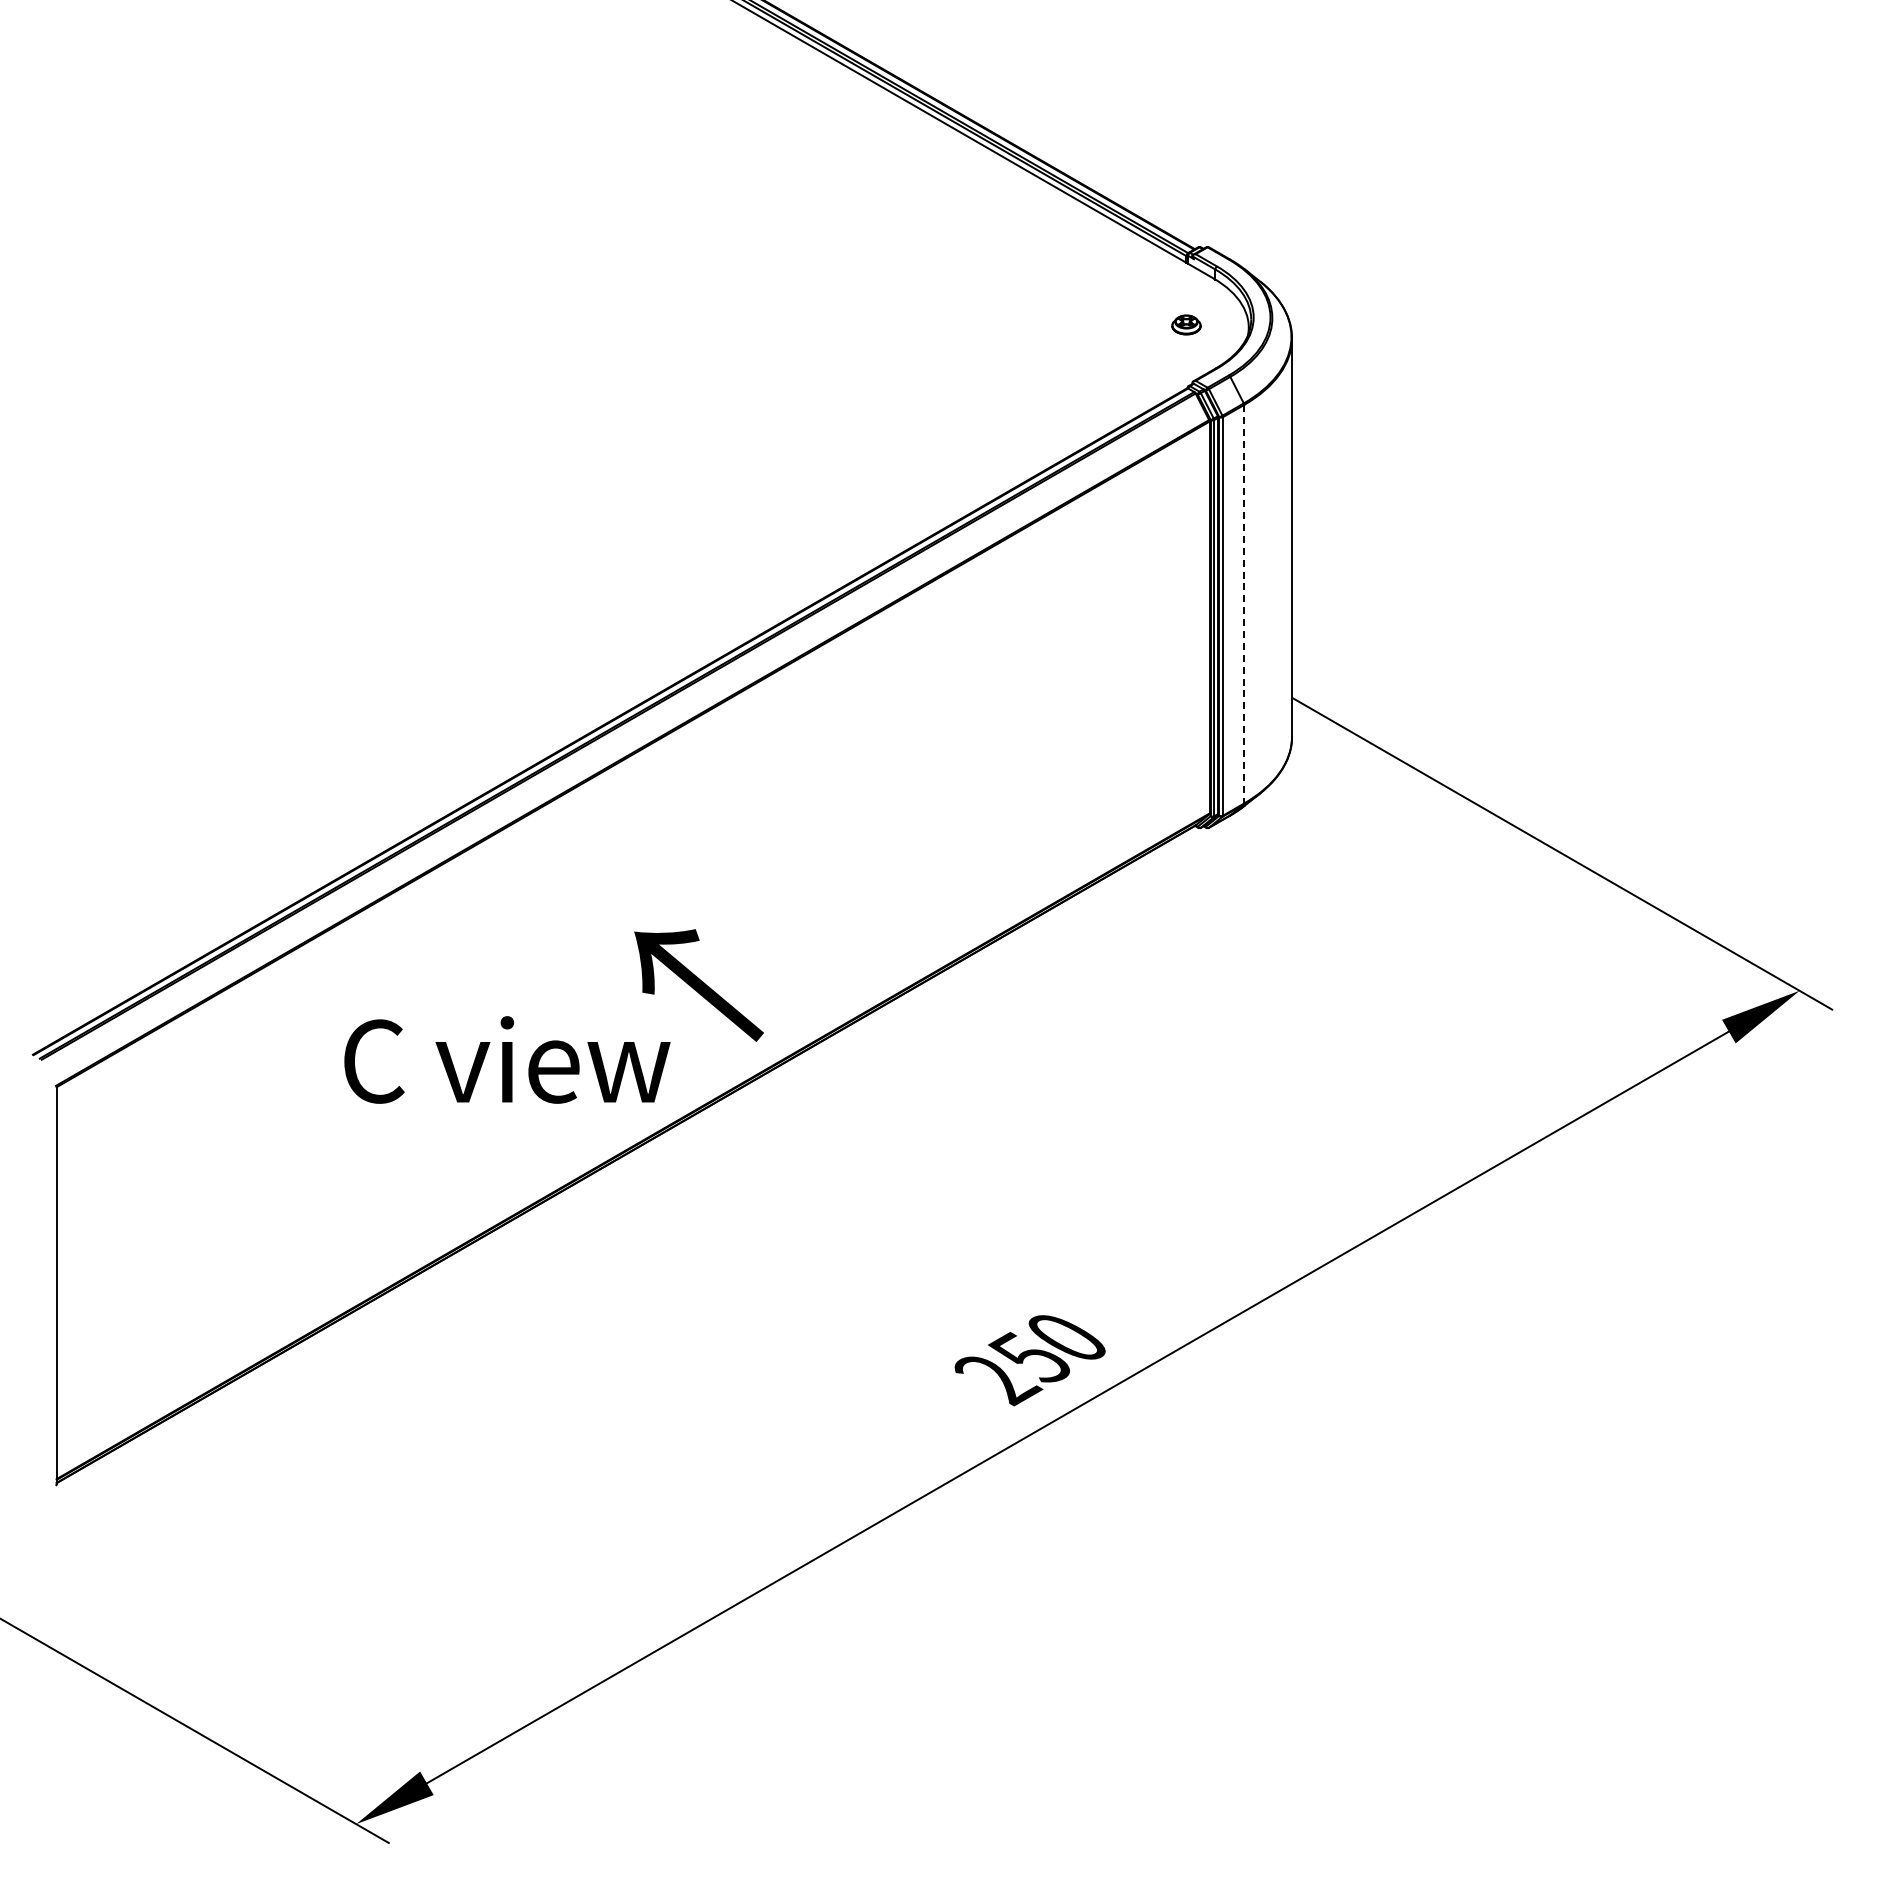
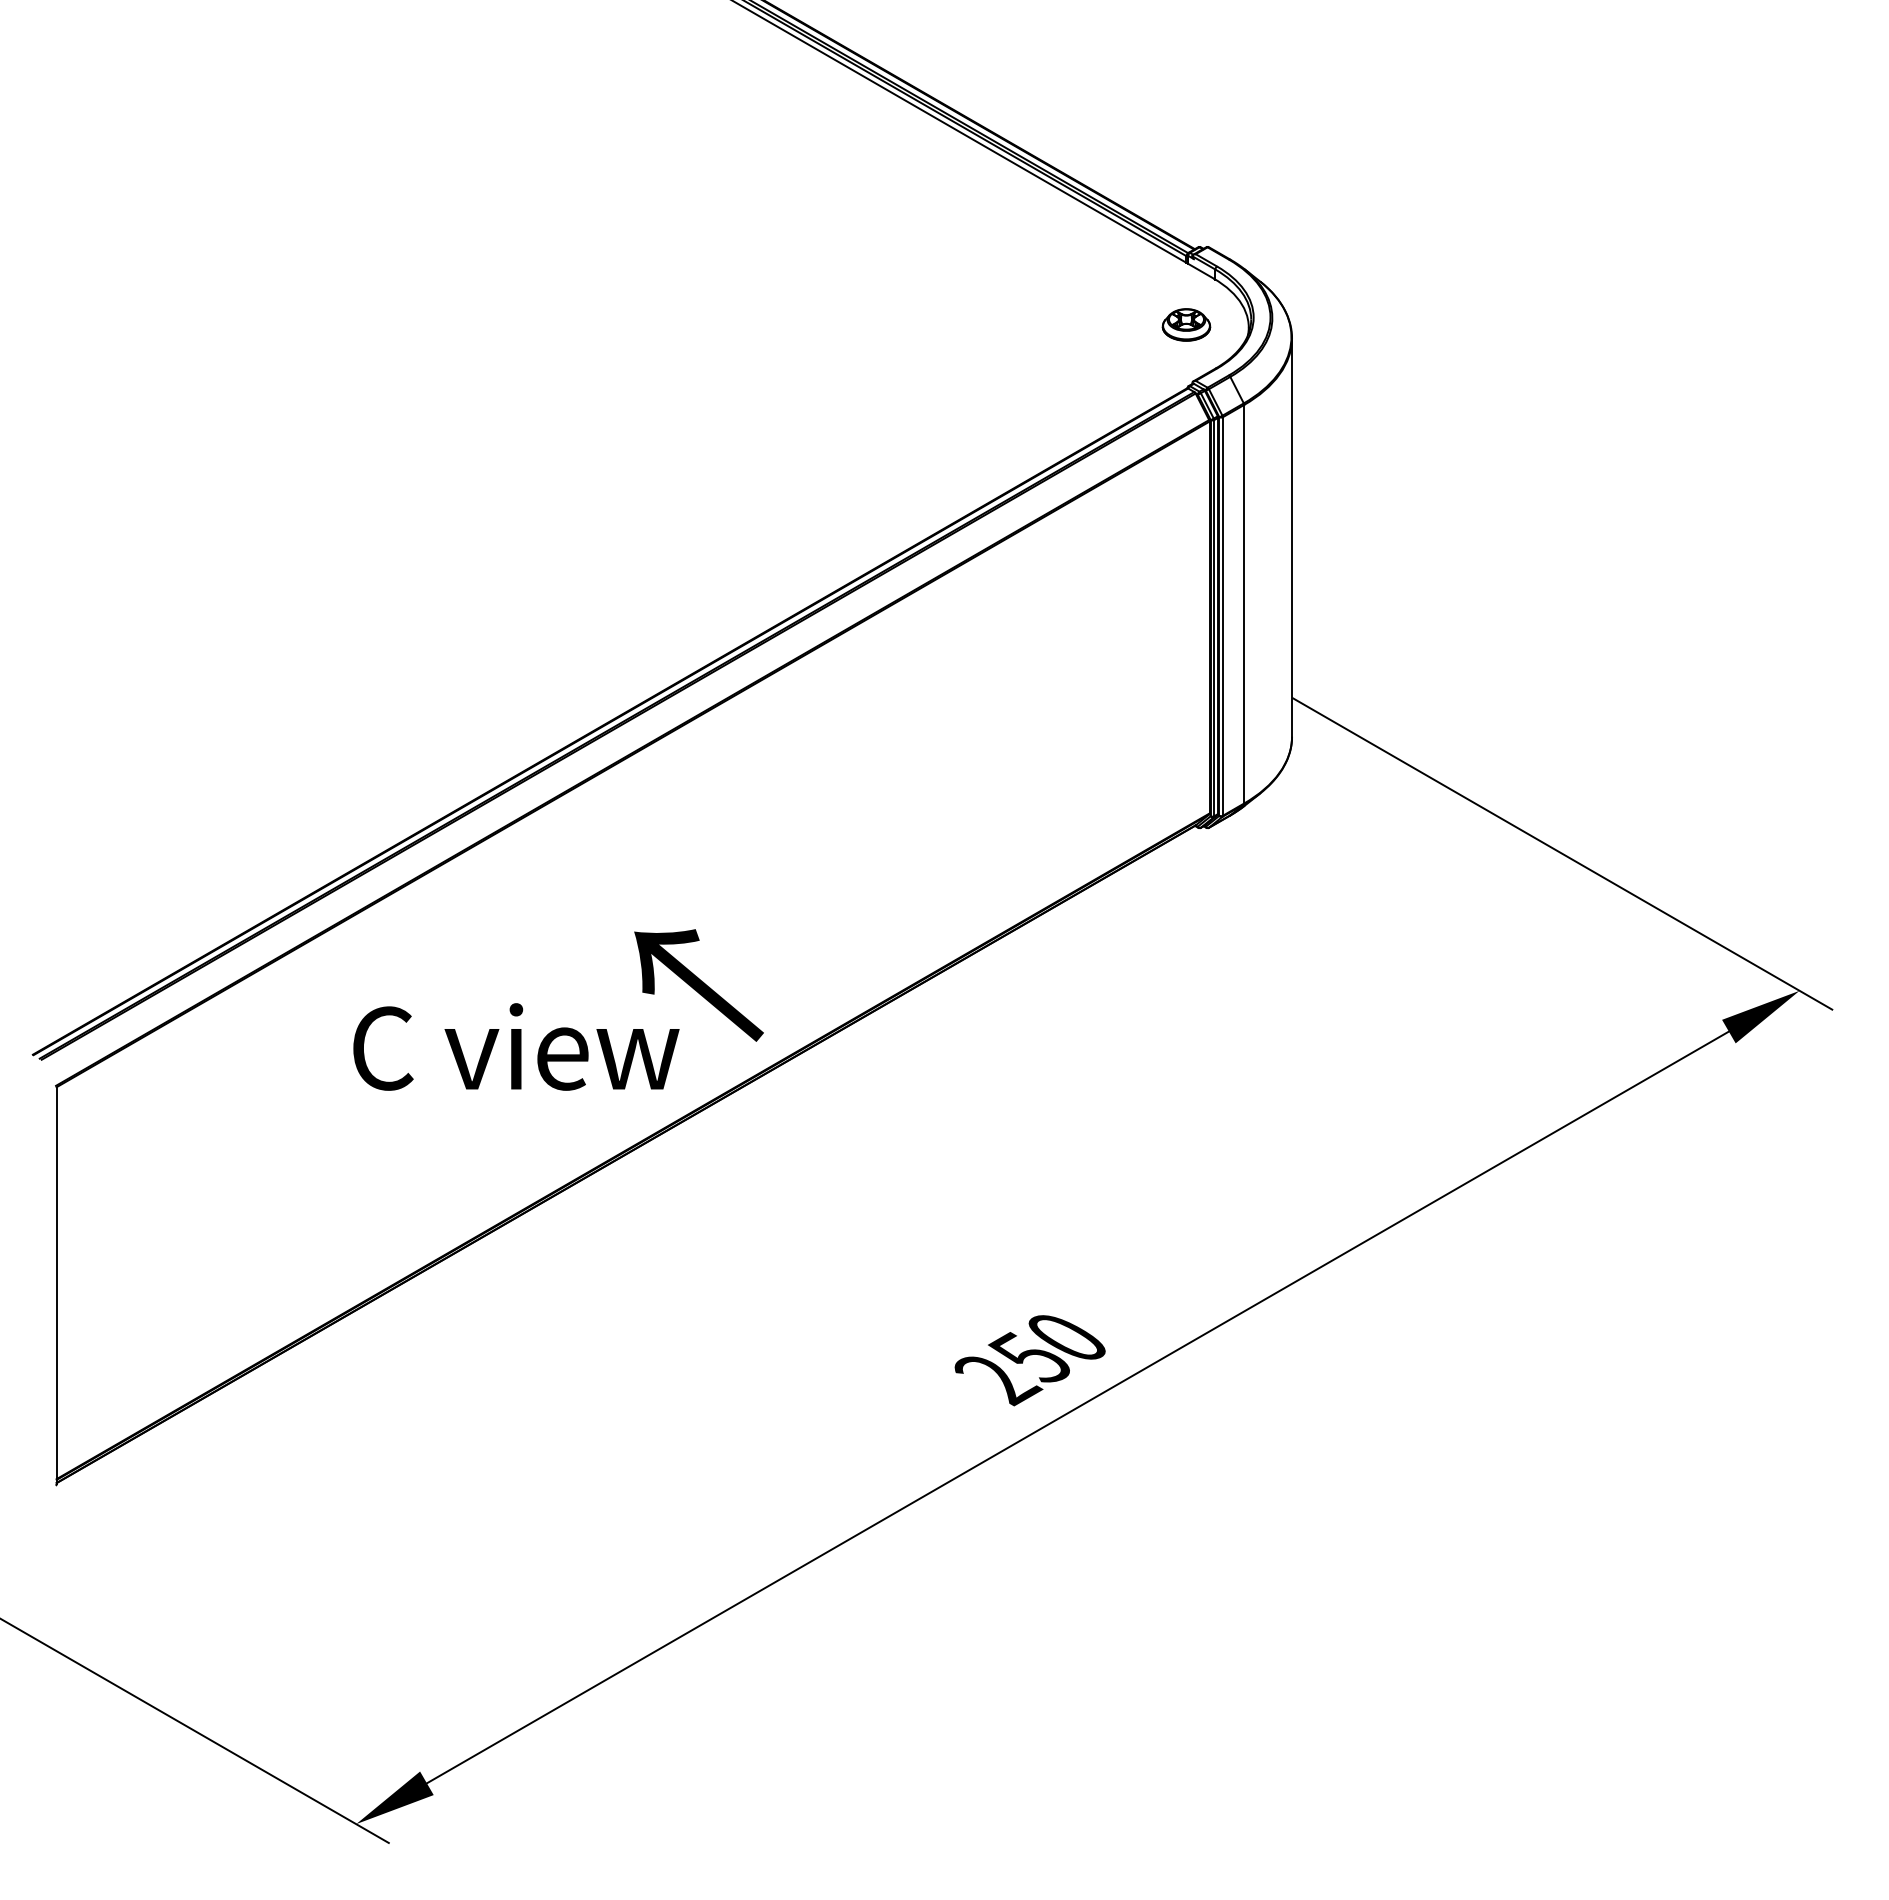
part at (1186, 324) size: 31x22 px -> 51x34 px
line at (1244, 604): dashed -> solid
text at (507, 1059) position: (507, 1059) -> (516, 1046)
